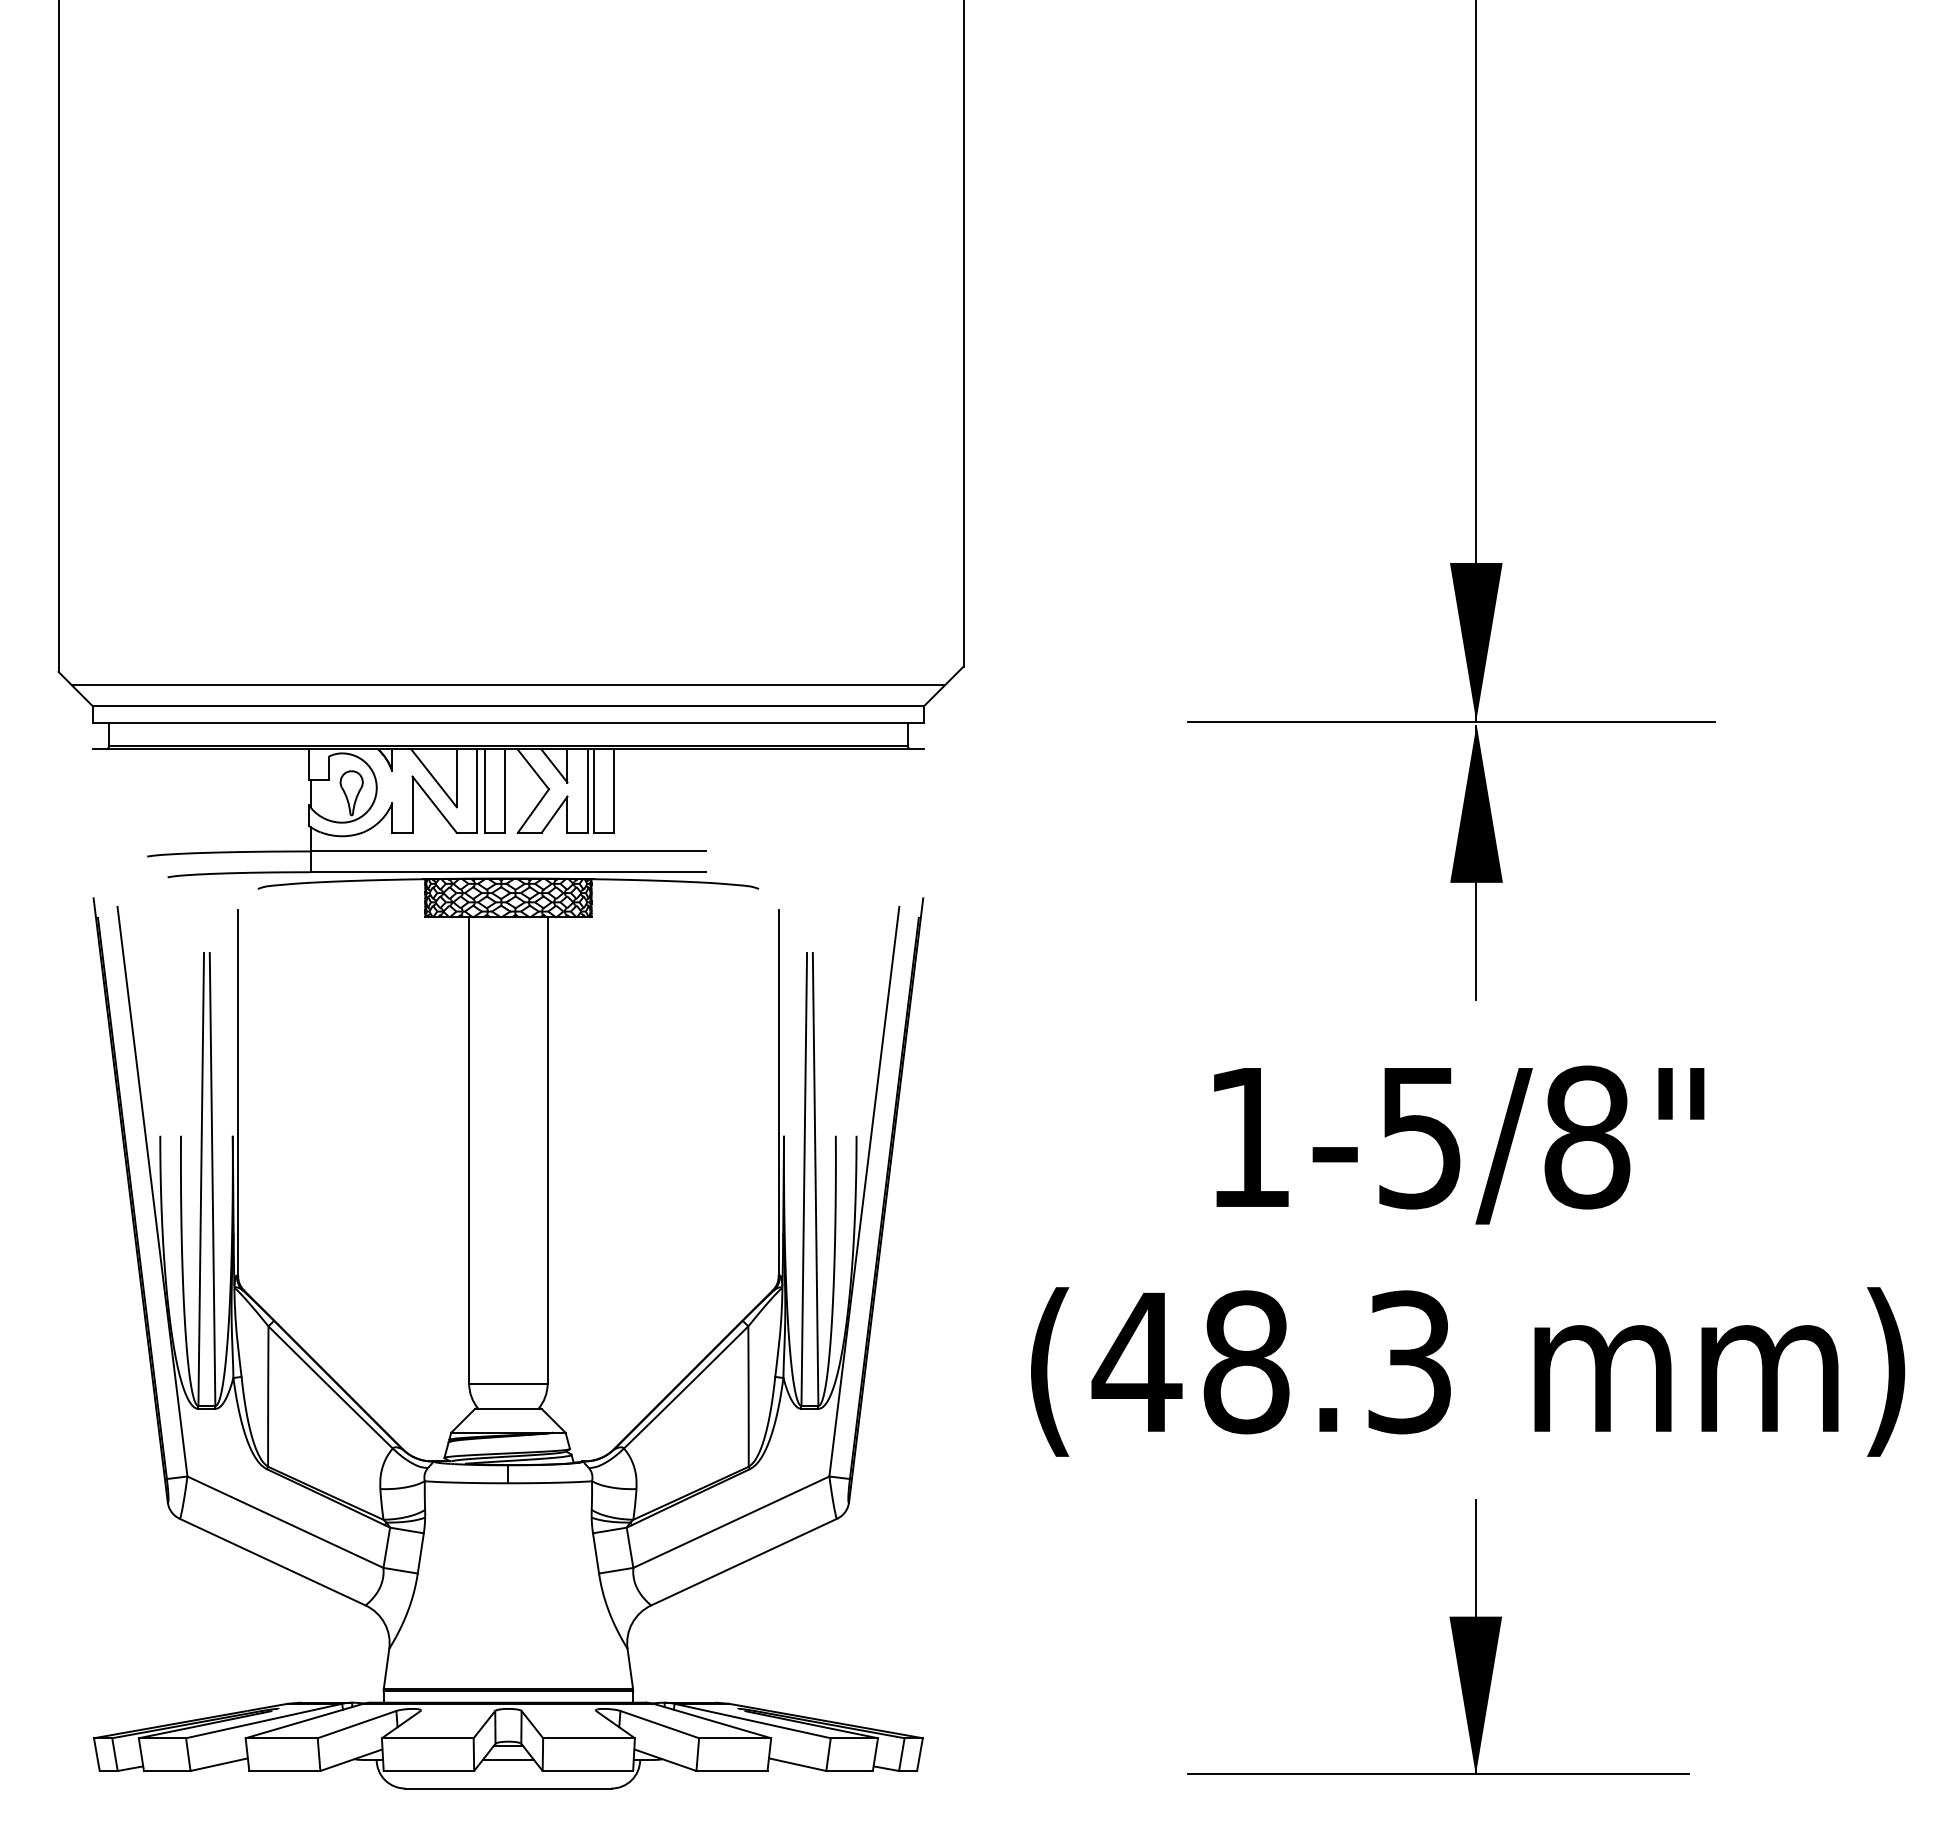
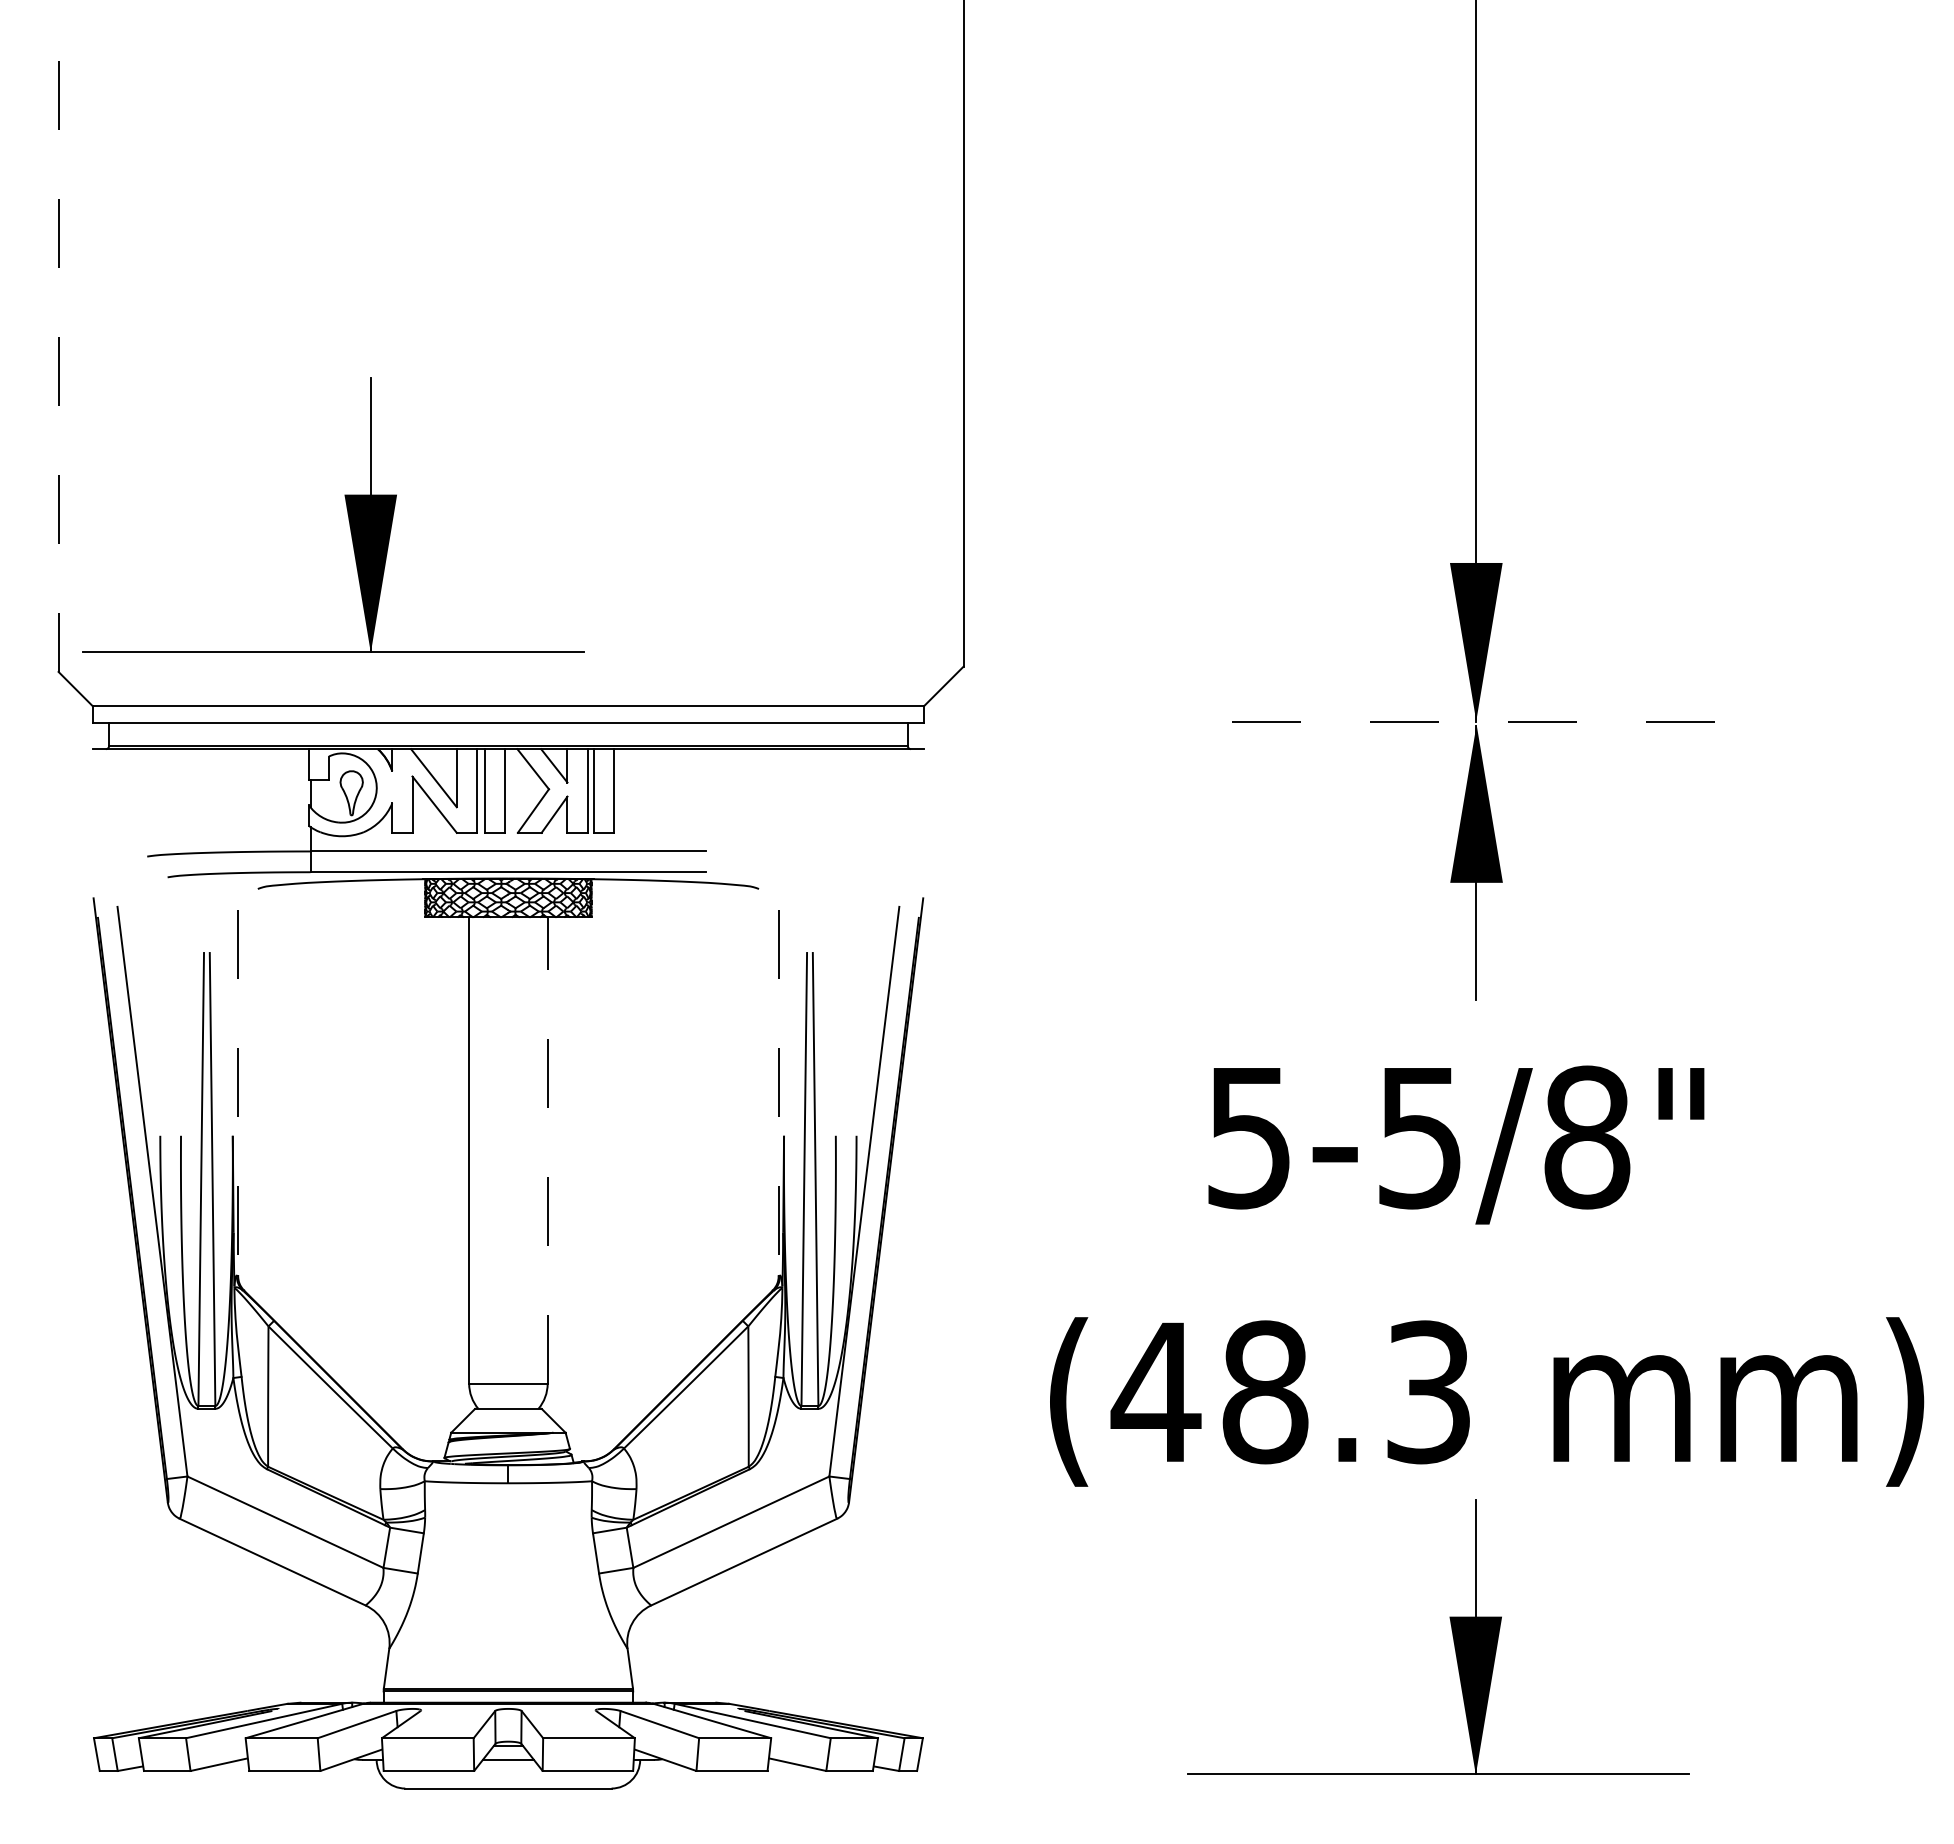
line at (58, 335): solid -> dashed
part at (347, 514): none -> present
line at (508, 685): present -> none
line at (1450, 722): solid -> dashed
line at (238, 1093): solid -> dashed
line at (778, 1093): solid -> dashed
text at (1248, 1138): 1-5/8" -> 5-5/8"
line at (547, 1150): solid -> dashed
text at (1468, 1371) position: (1468, 1371) -> (1487, 1401)
